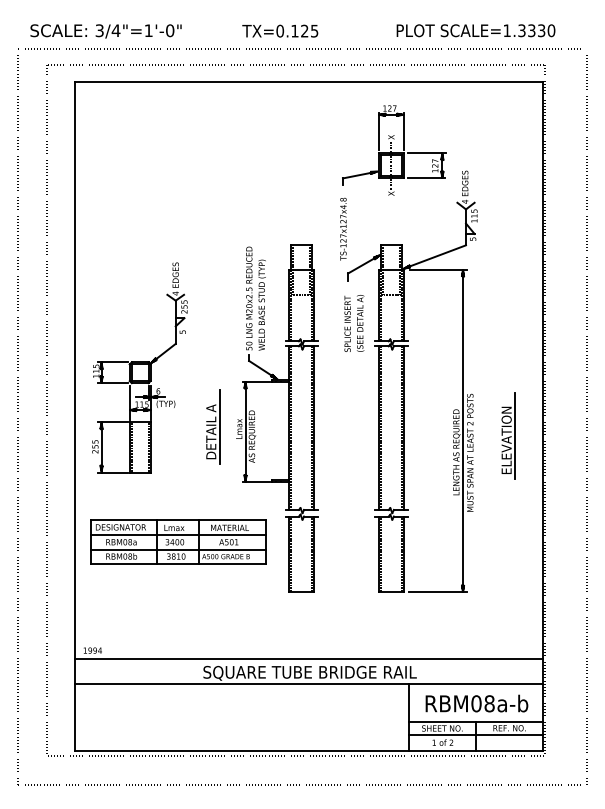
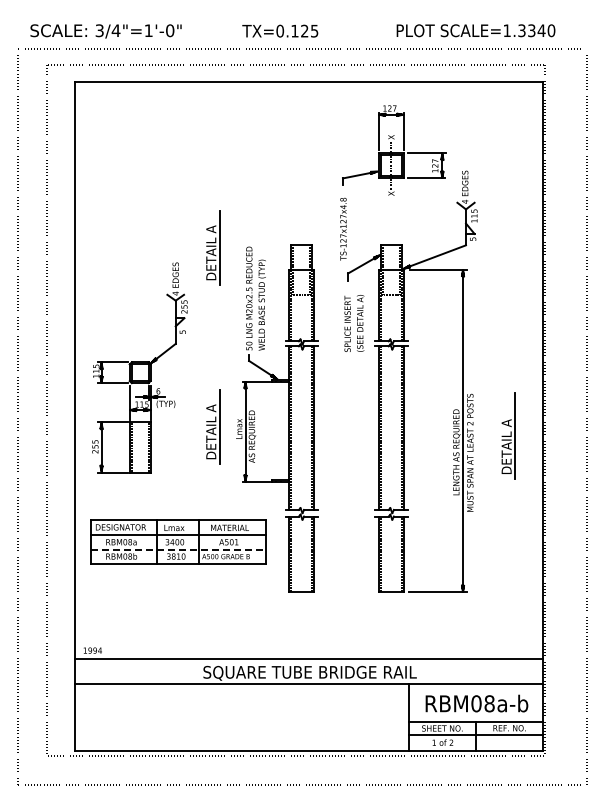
text at (541, 30): SCALE=1.3330 -> SCALE=1.3340
part at (213, 247): none -> present
text at (506, 439): ELEVATION -> DETAIL A
line at (178, 549): solid -> dashed
